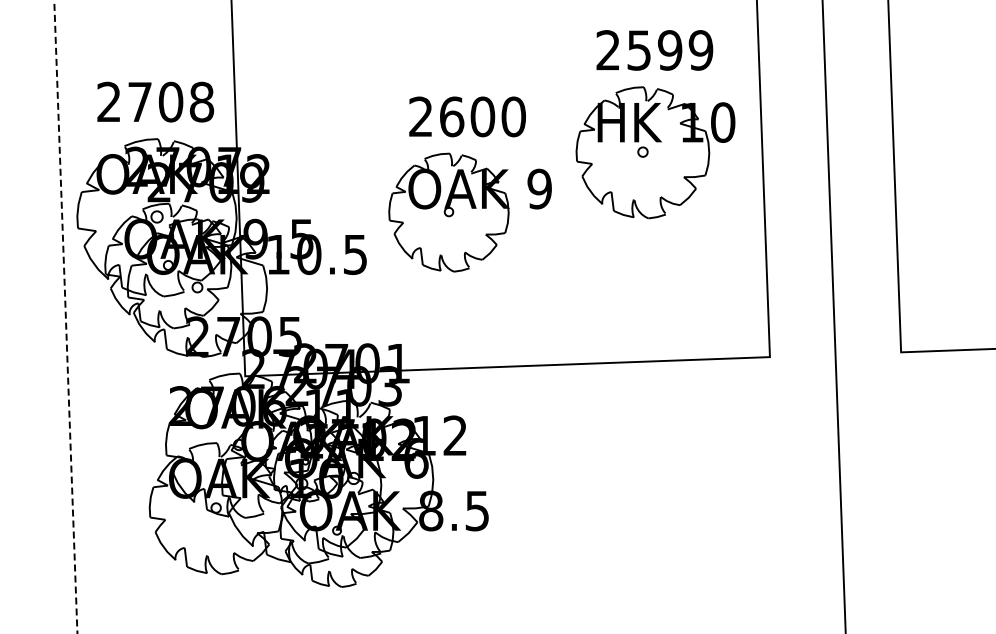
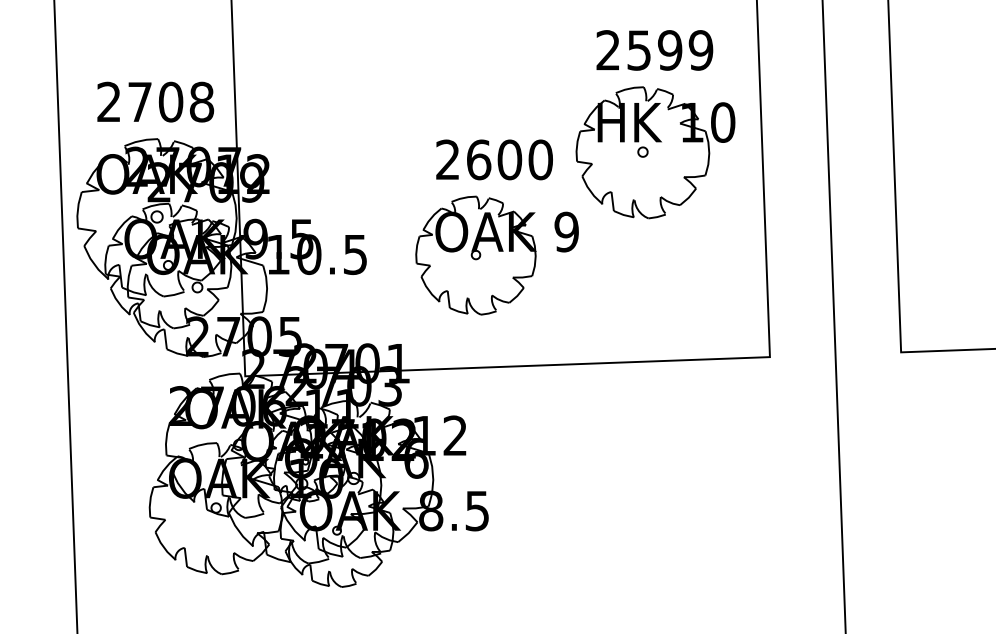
part at (469, 184) position: (469, 184) -> (496, 227)
line at (65, 317): dashed -> solid
